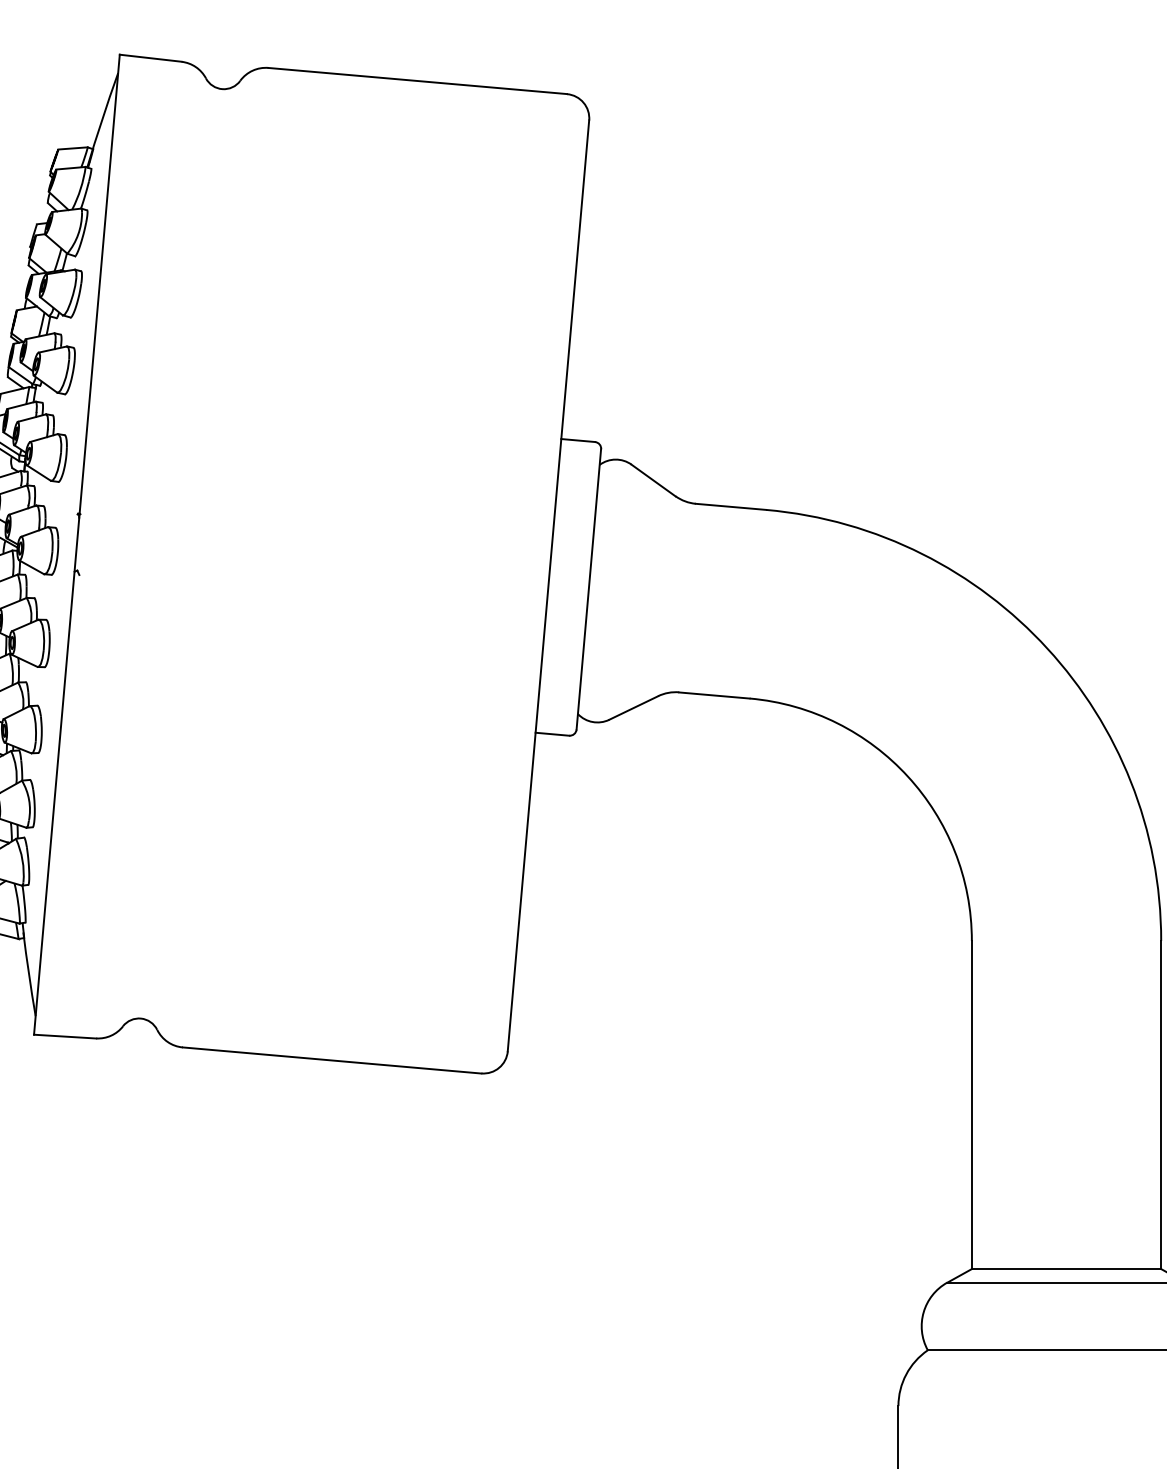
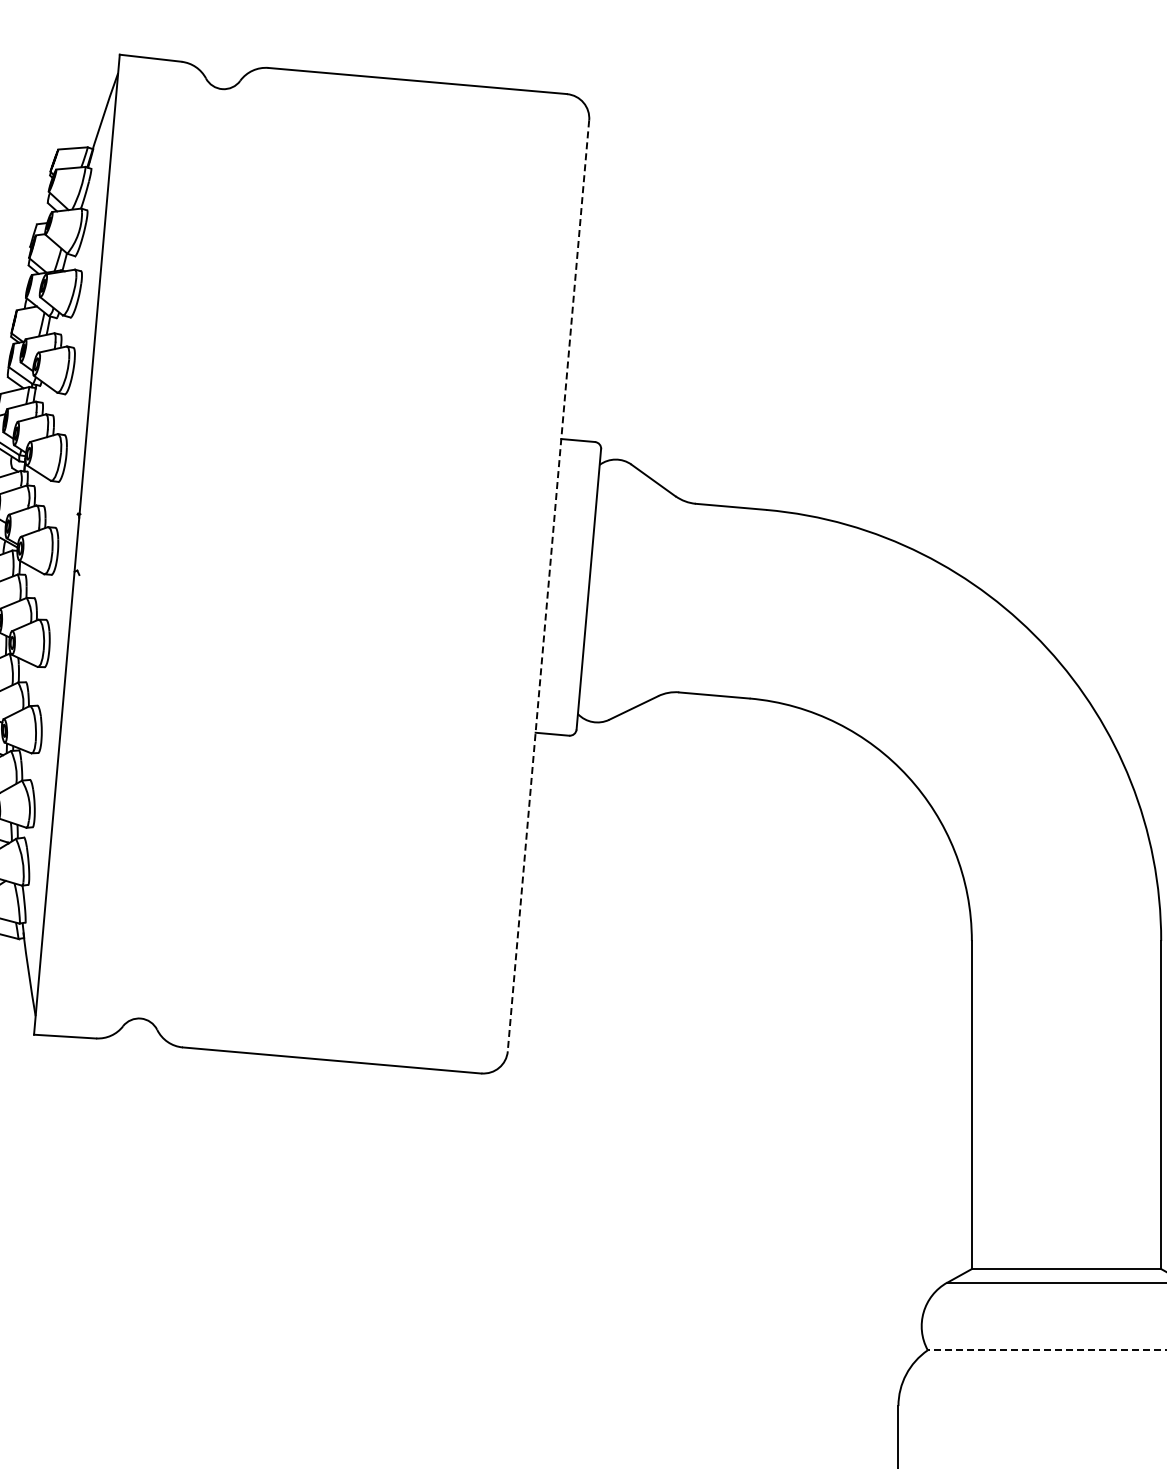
line at (548, 586): solid -> dashed
line at (1046, 1350): solid -> dashed
